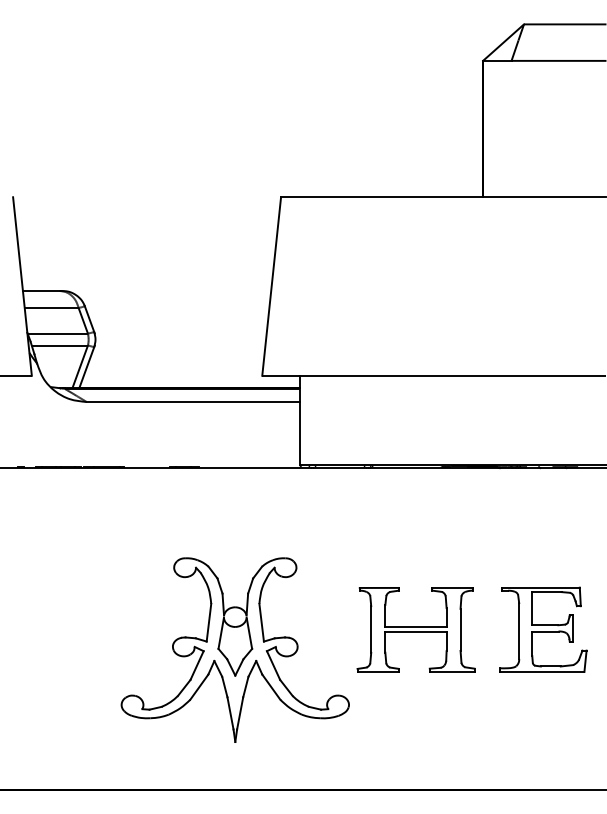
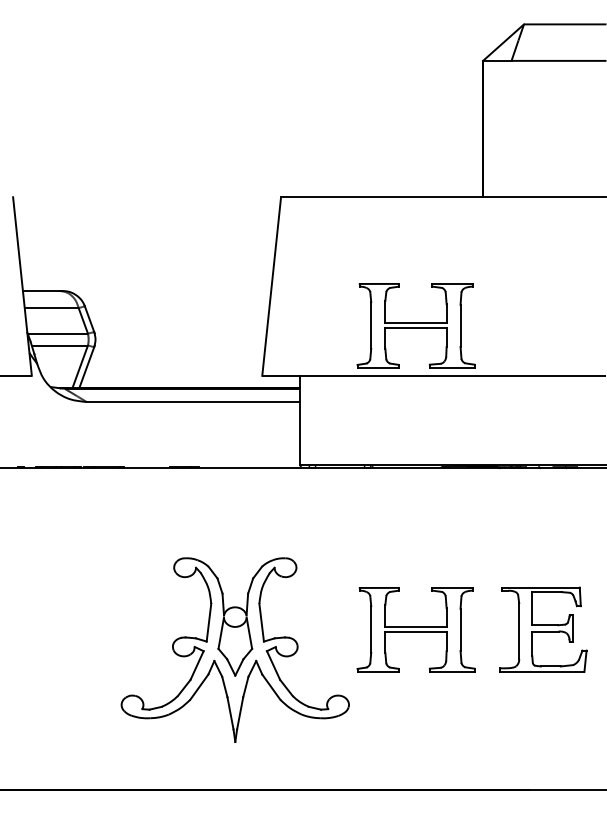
part at (415, 325): none -> present
